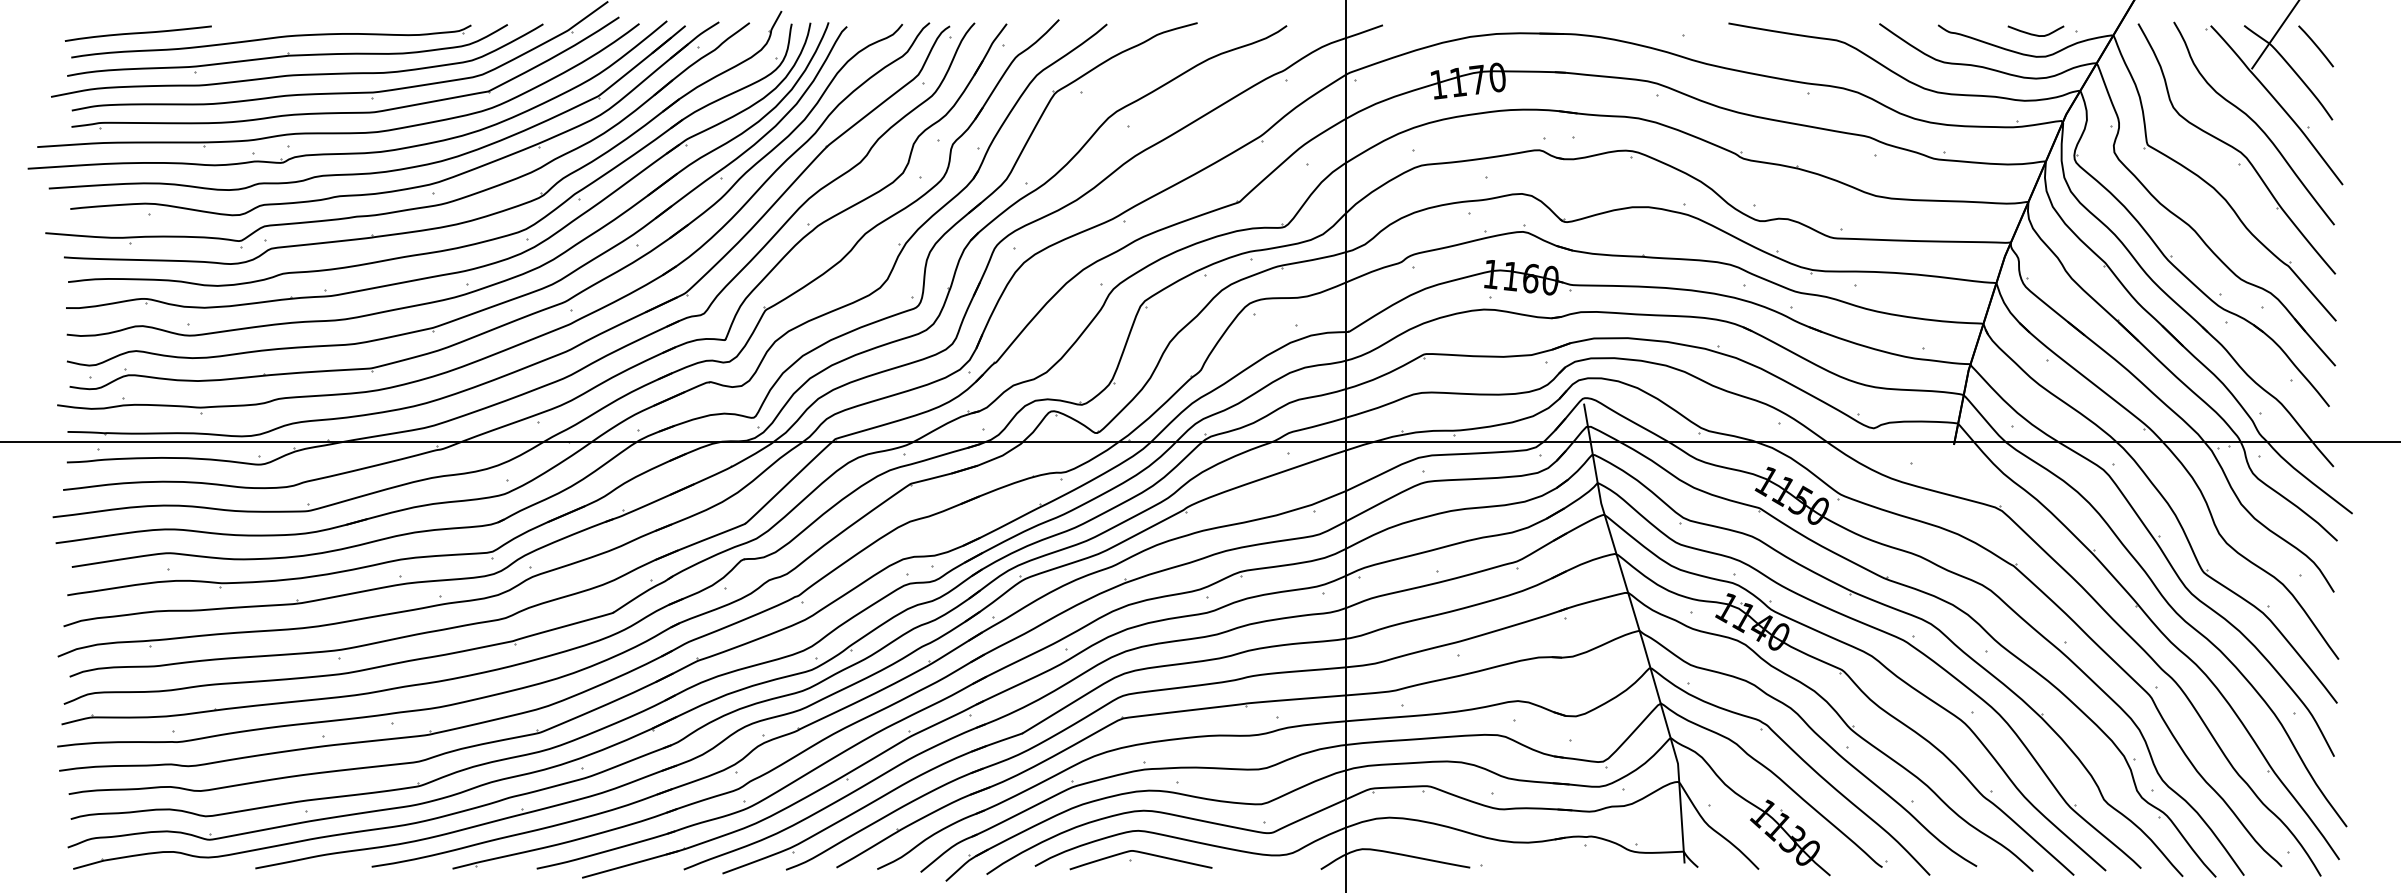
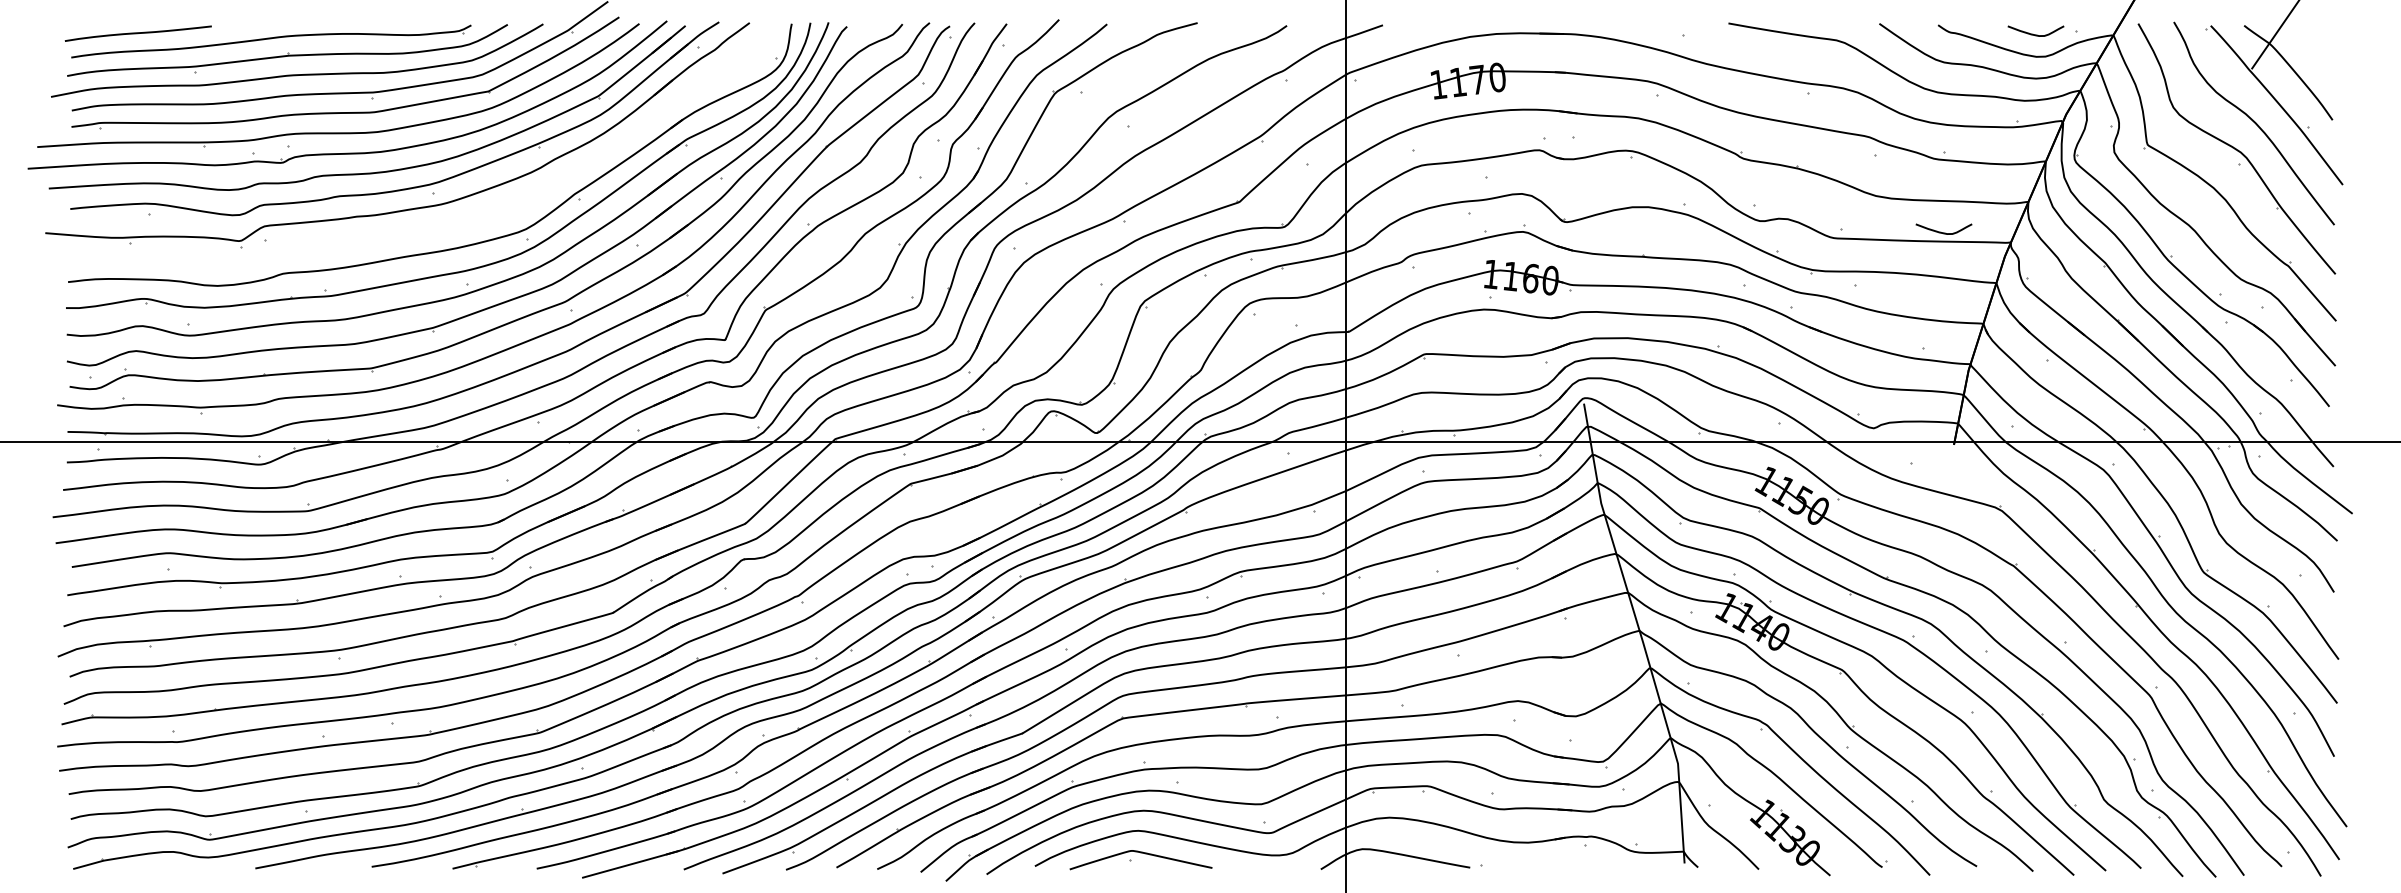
line at (2315, 46): present -> none
part at (439, 226): present -> none
curve at (1943, 232): none -> present
